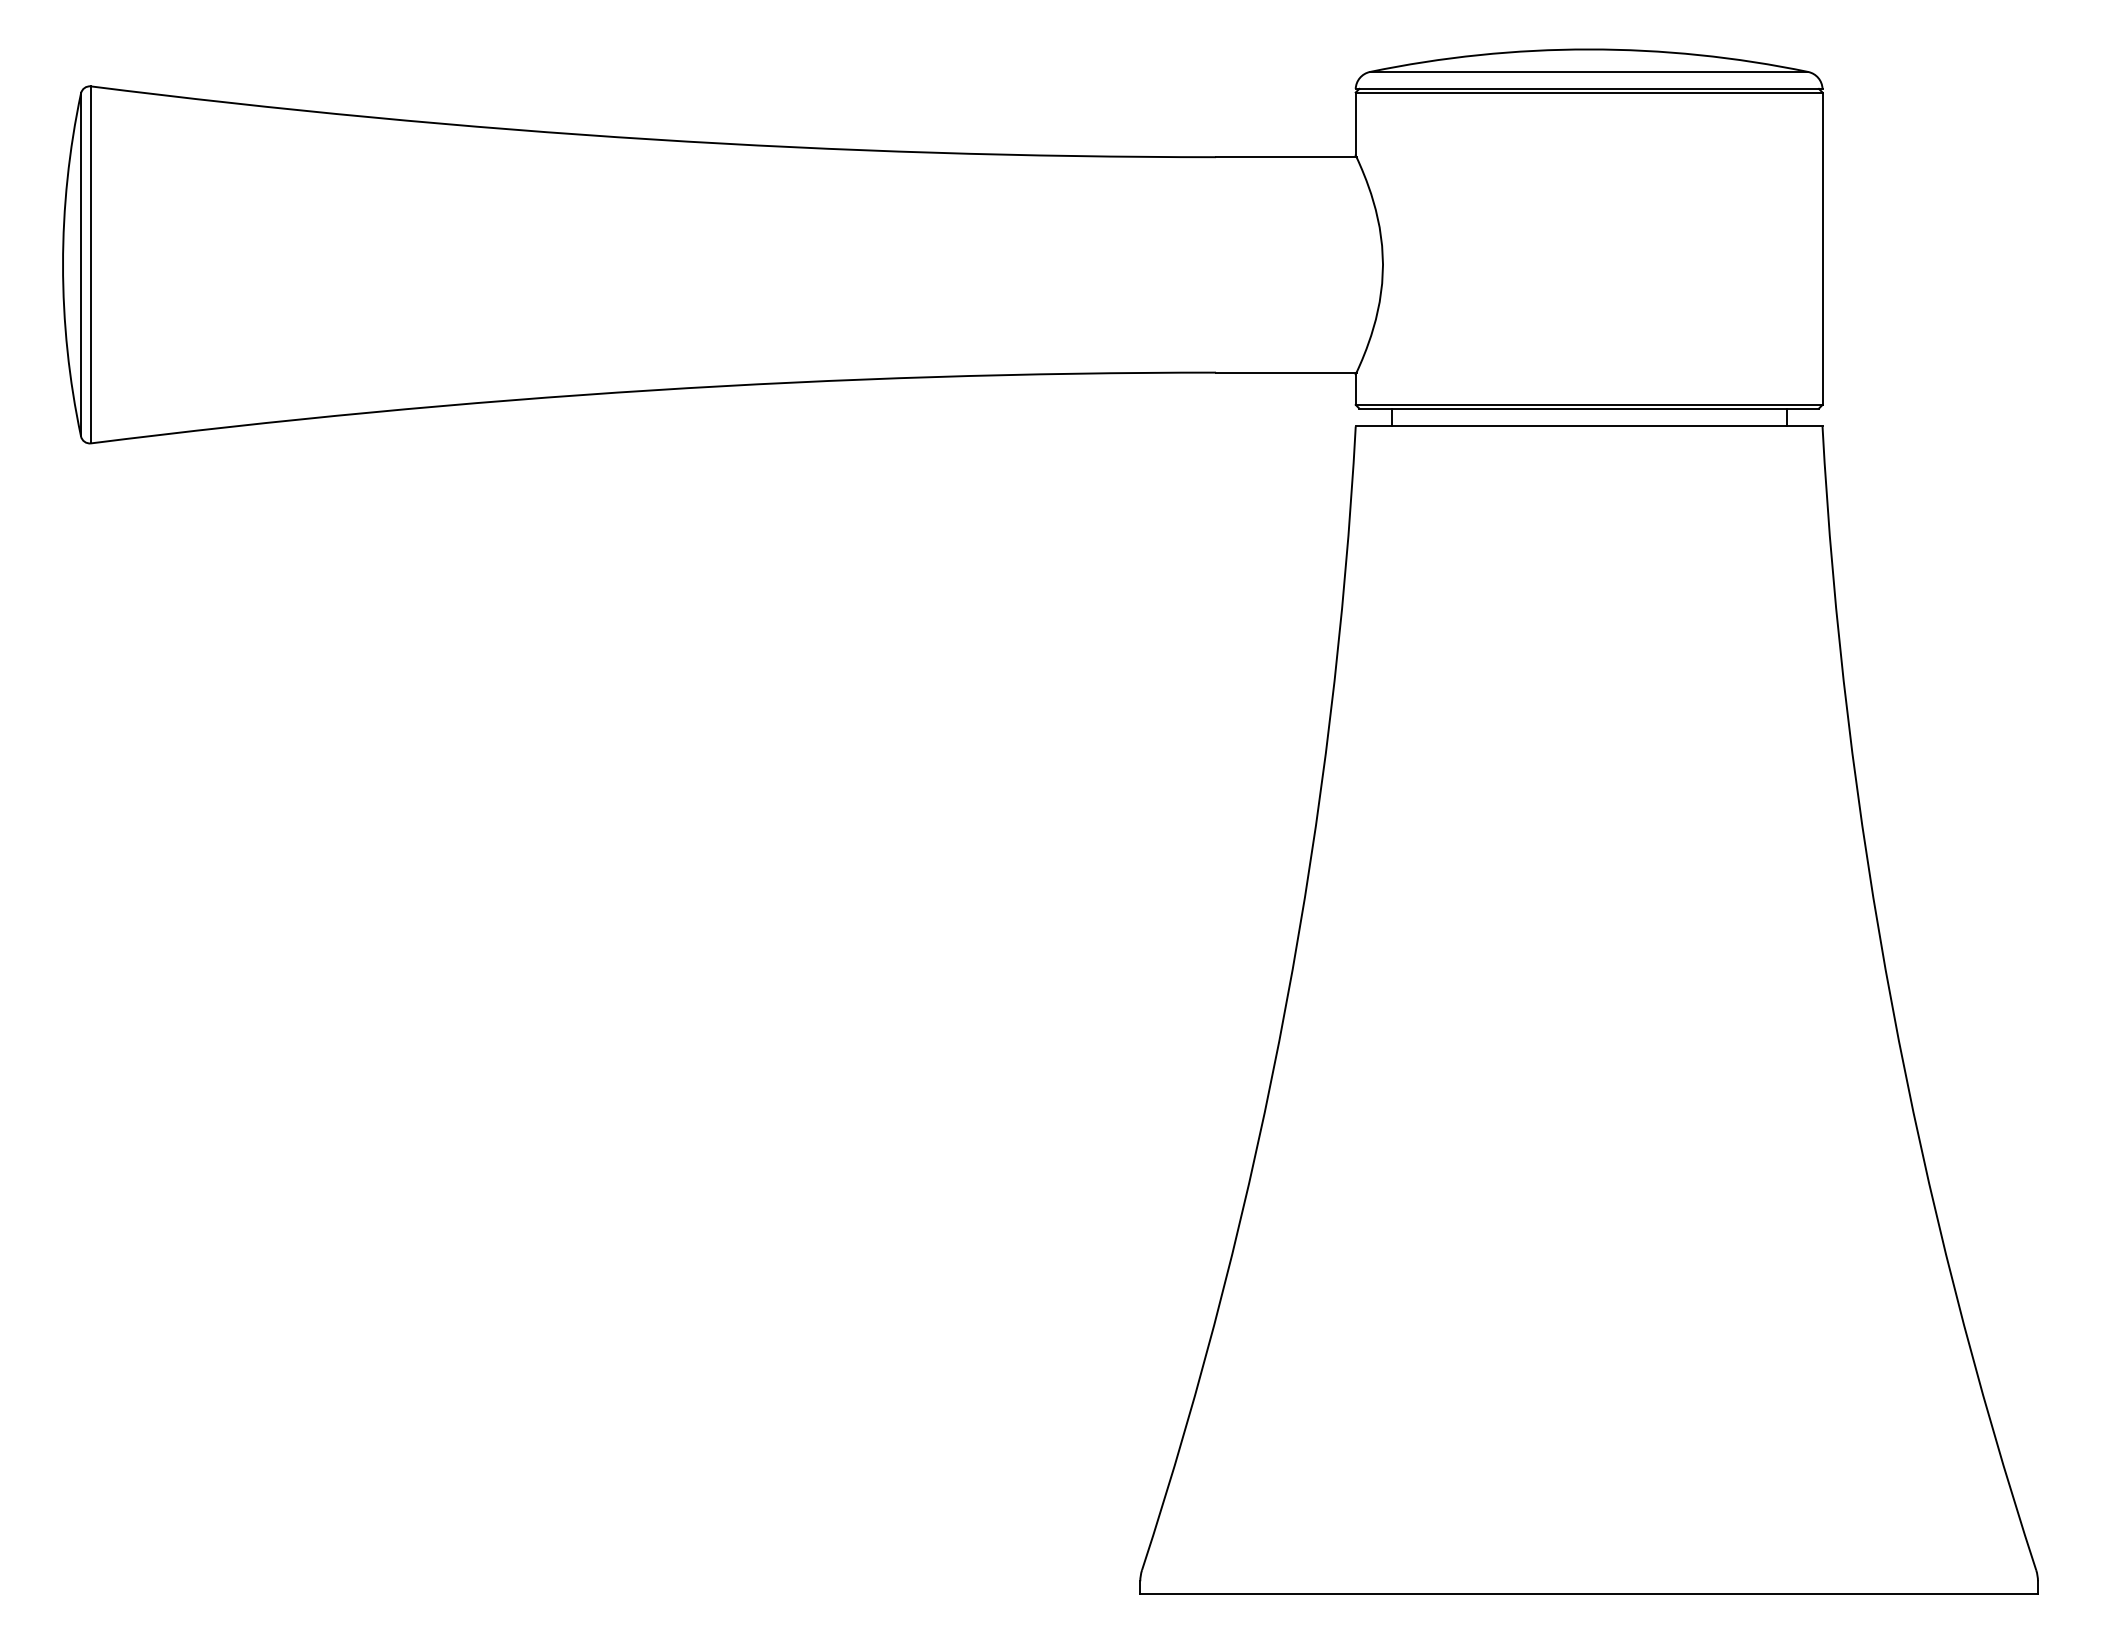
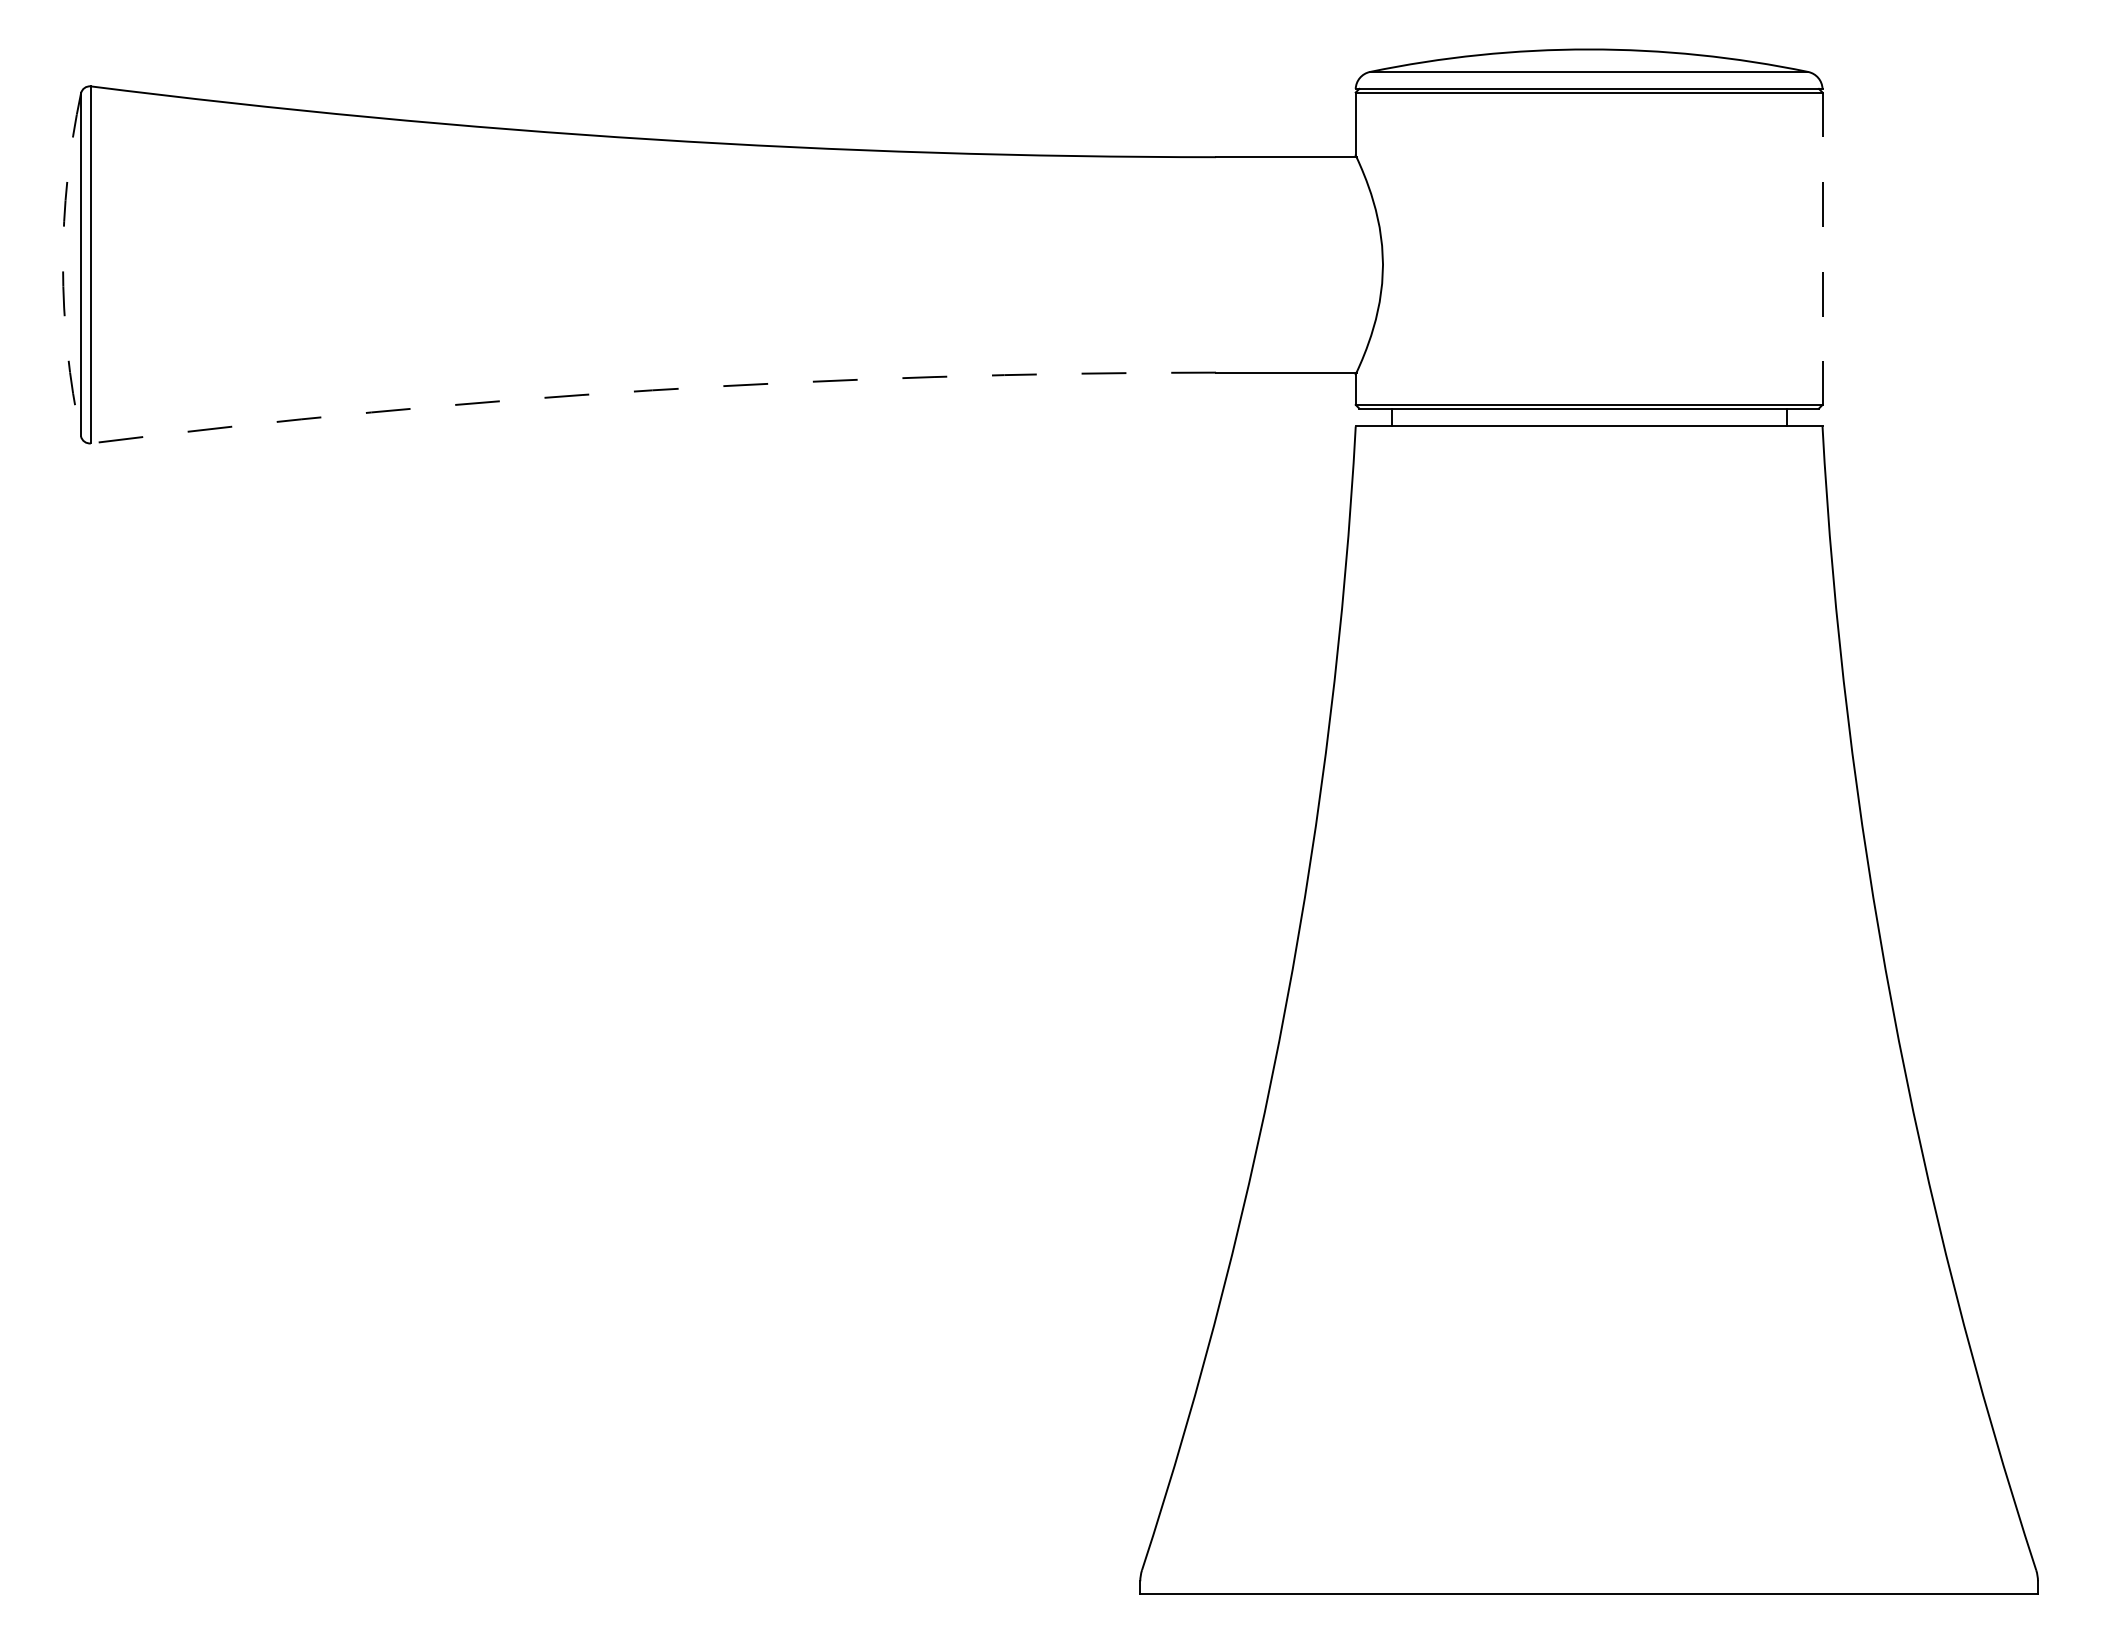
line at (1822, 249): solid -> dashed
arc at (63, 264): solid -> dashed
arc at (652, 390): solid -> dashed
